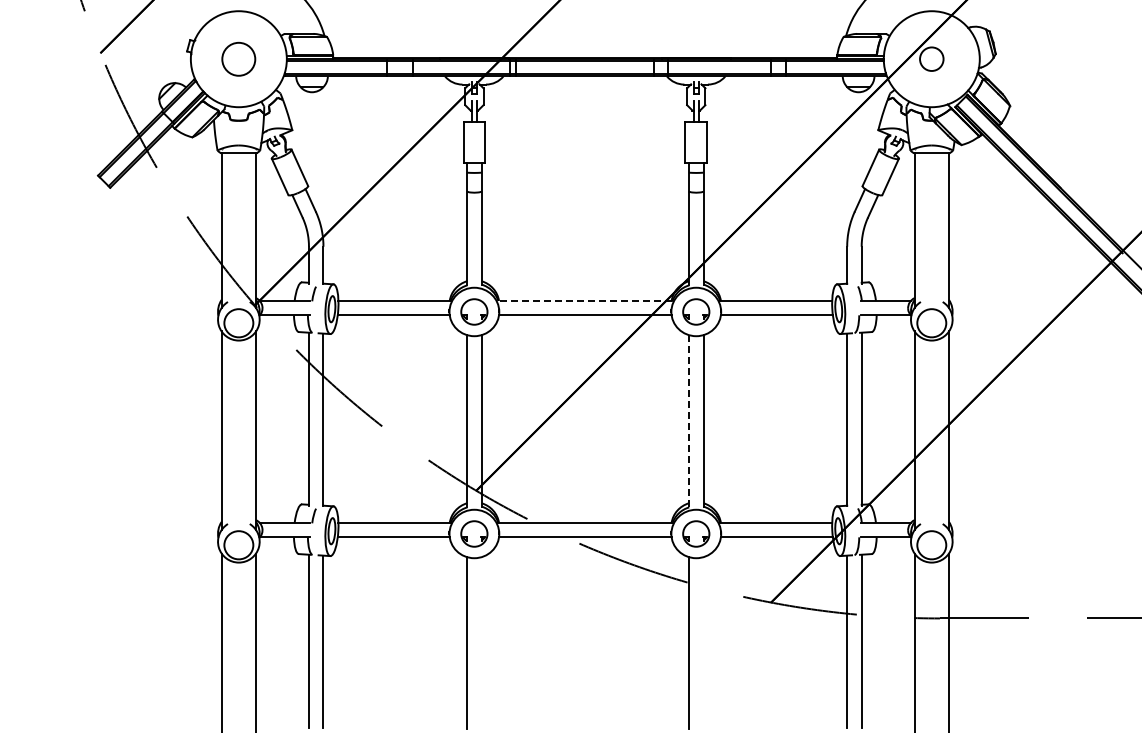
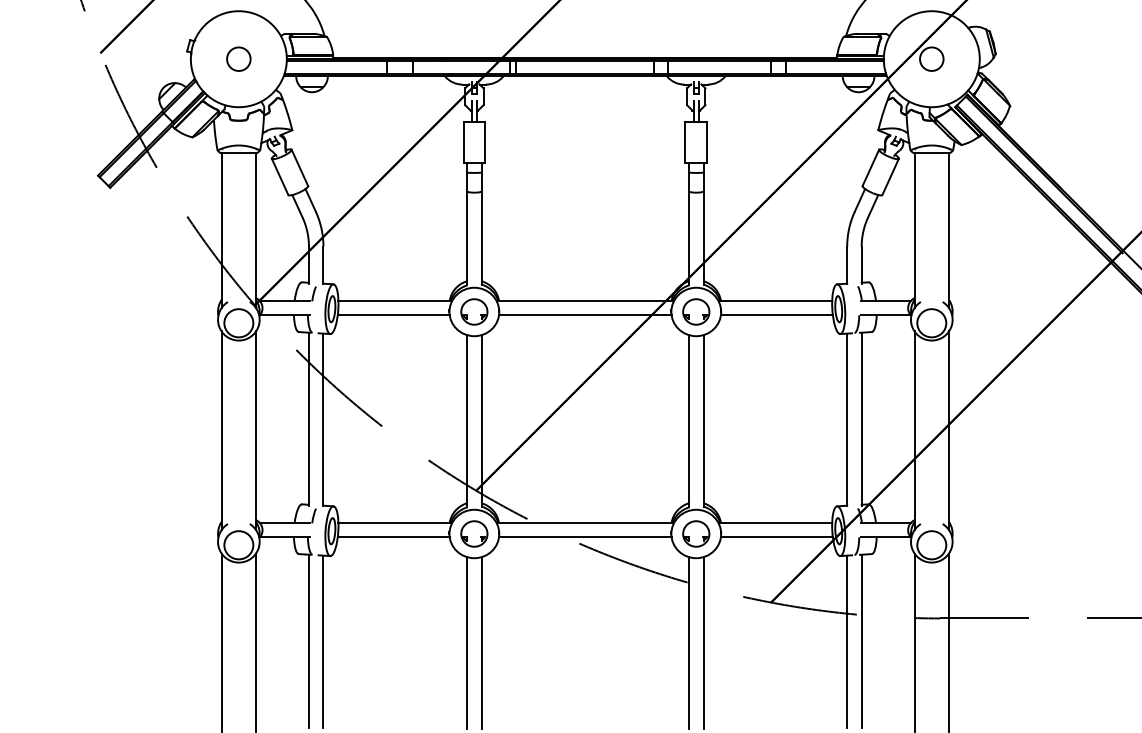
circle at (238, 58) size: 36x36 px -> 26x26 px
line at (584, 300): dashed -> solid
line at (689, 421): dashed -> solid
line at (481, 643): none -> present
line at (703, 643): none -> present
